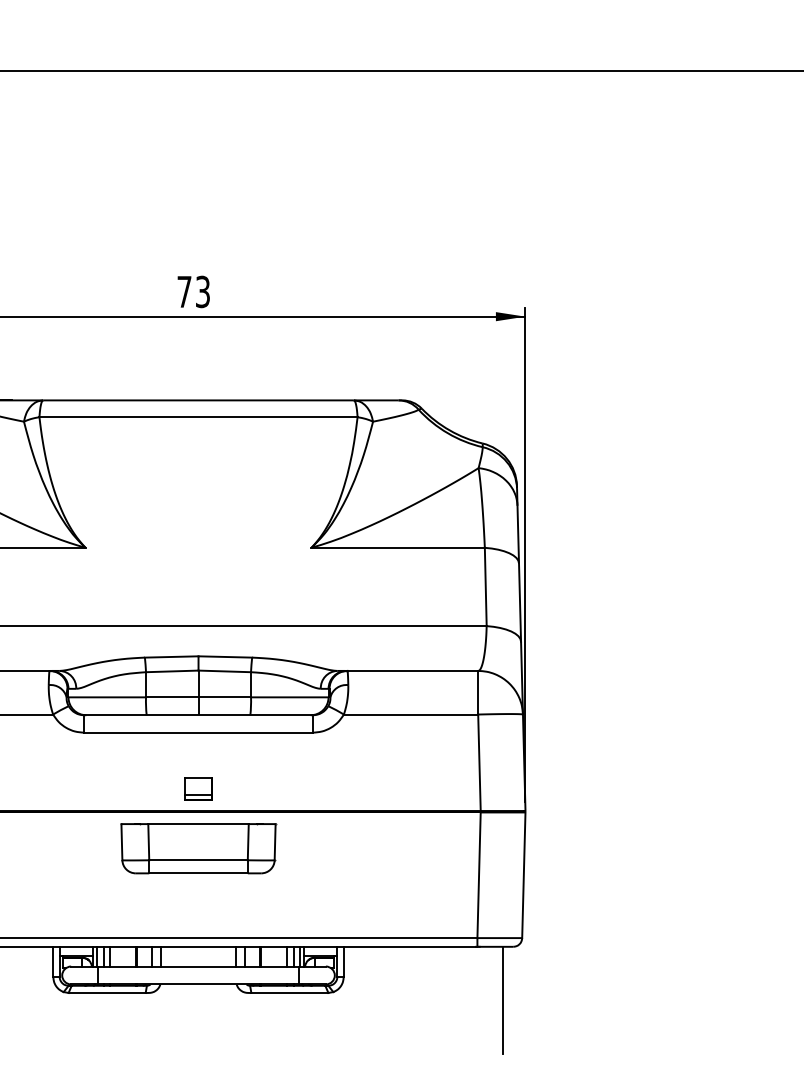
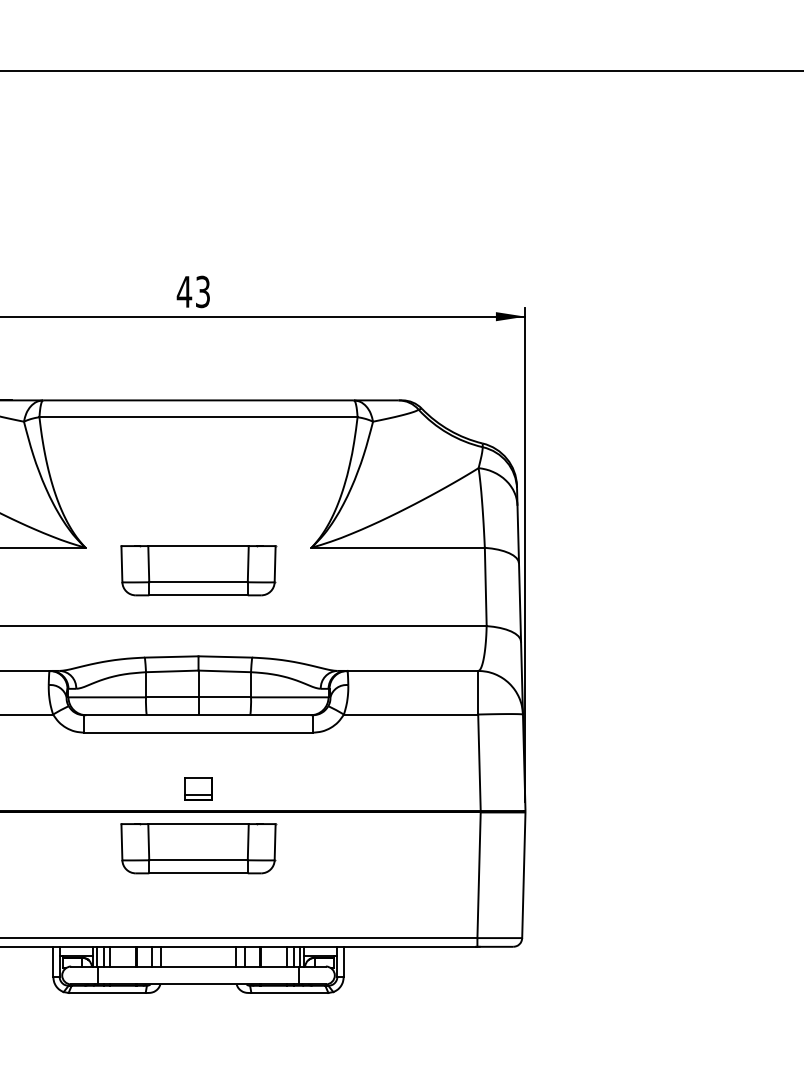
text at (184, 291): 73 -> 43
part at (198, 570): none -> present
line at (503, 1000): present -> none
